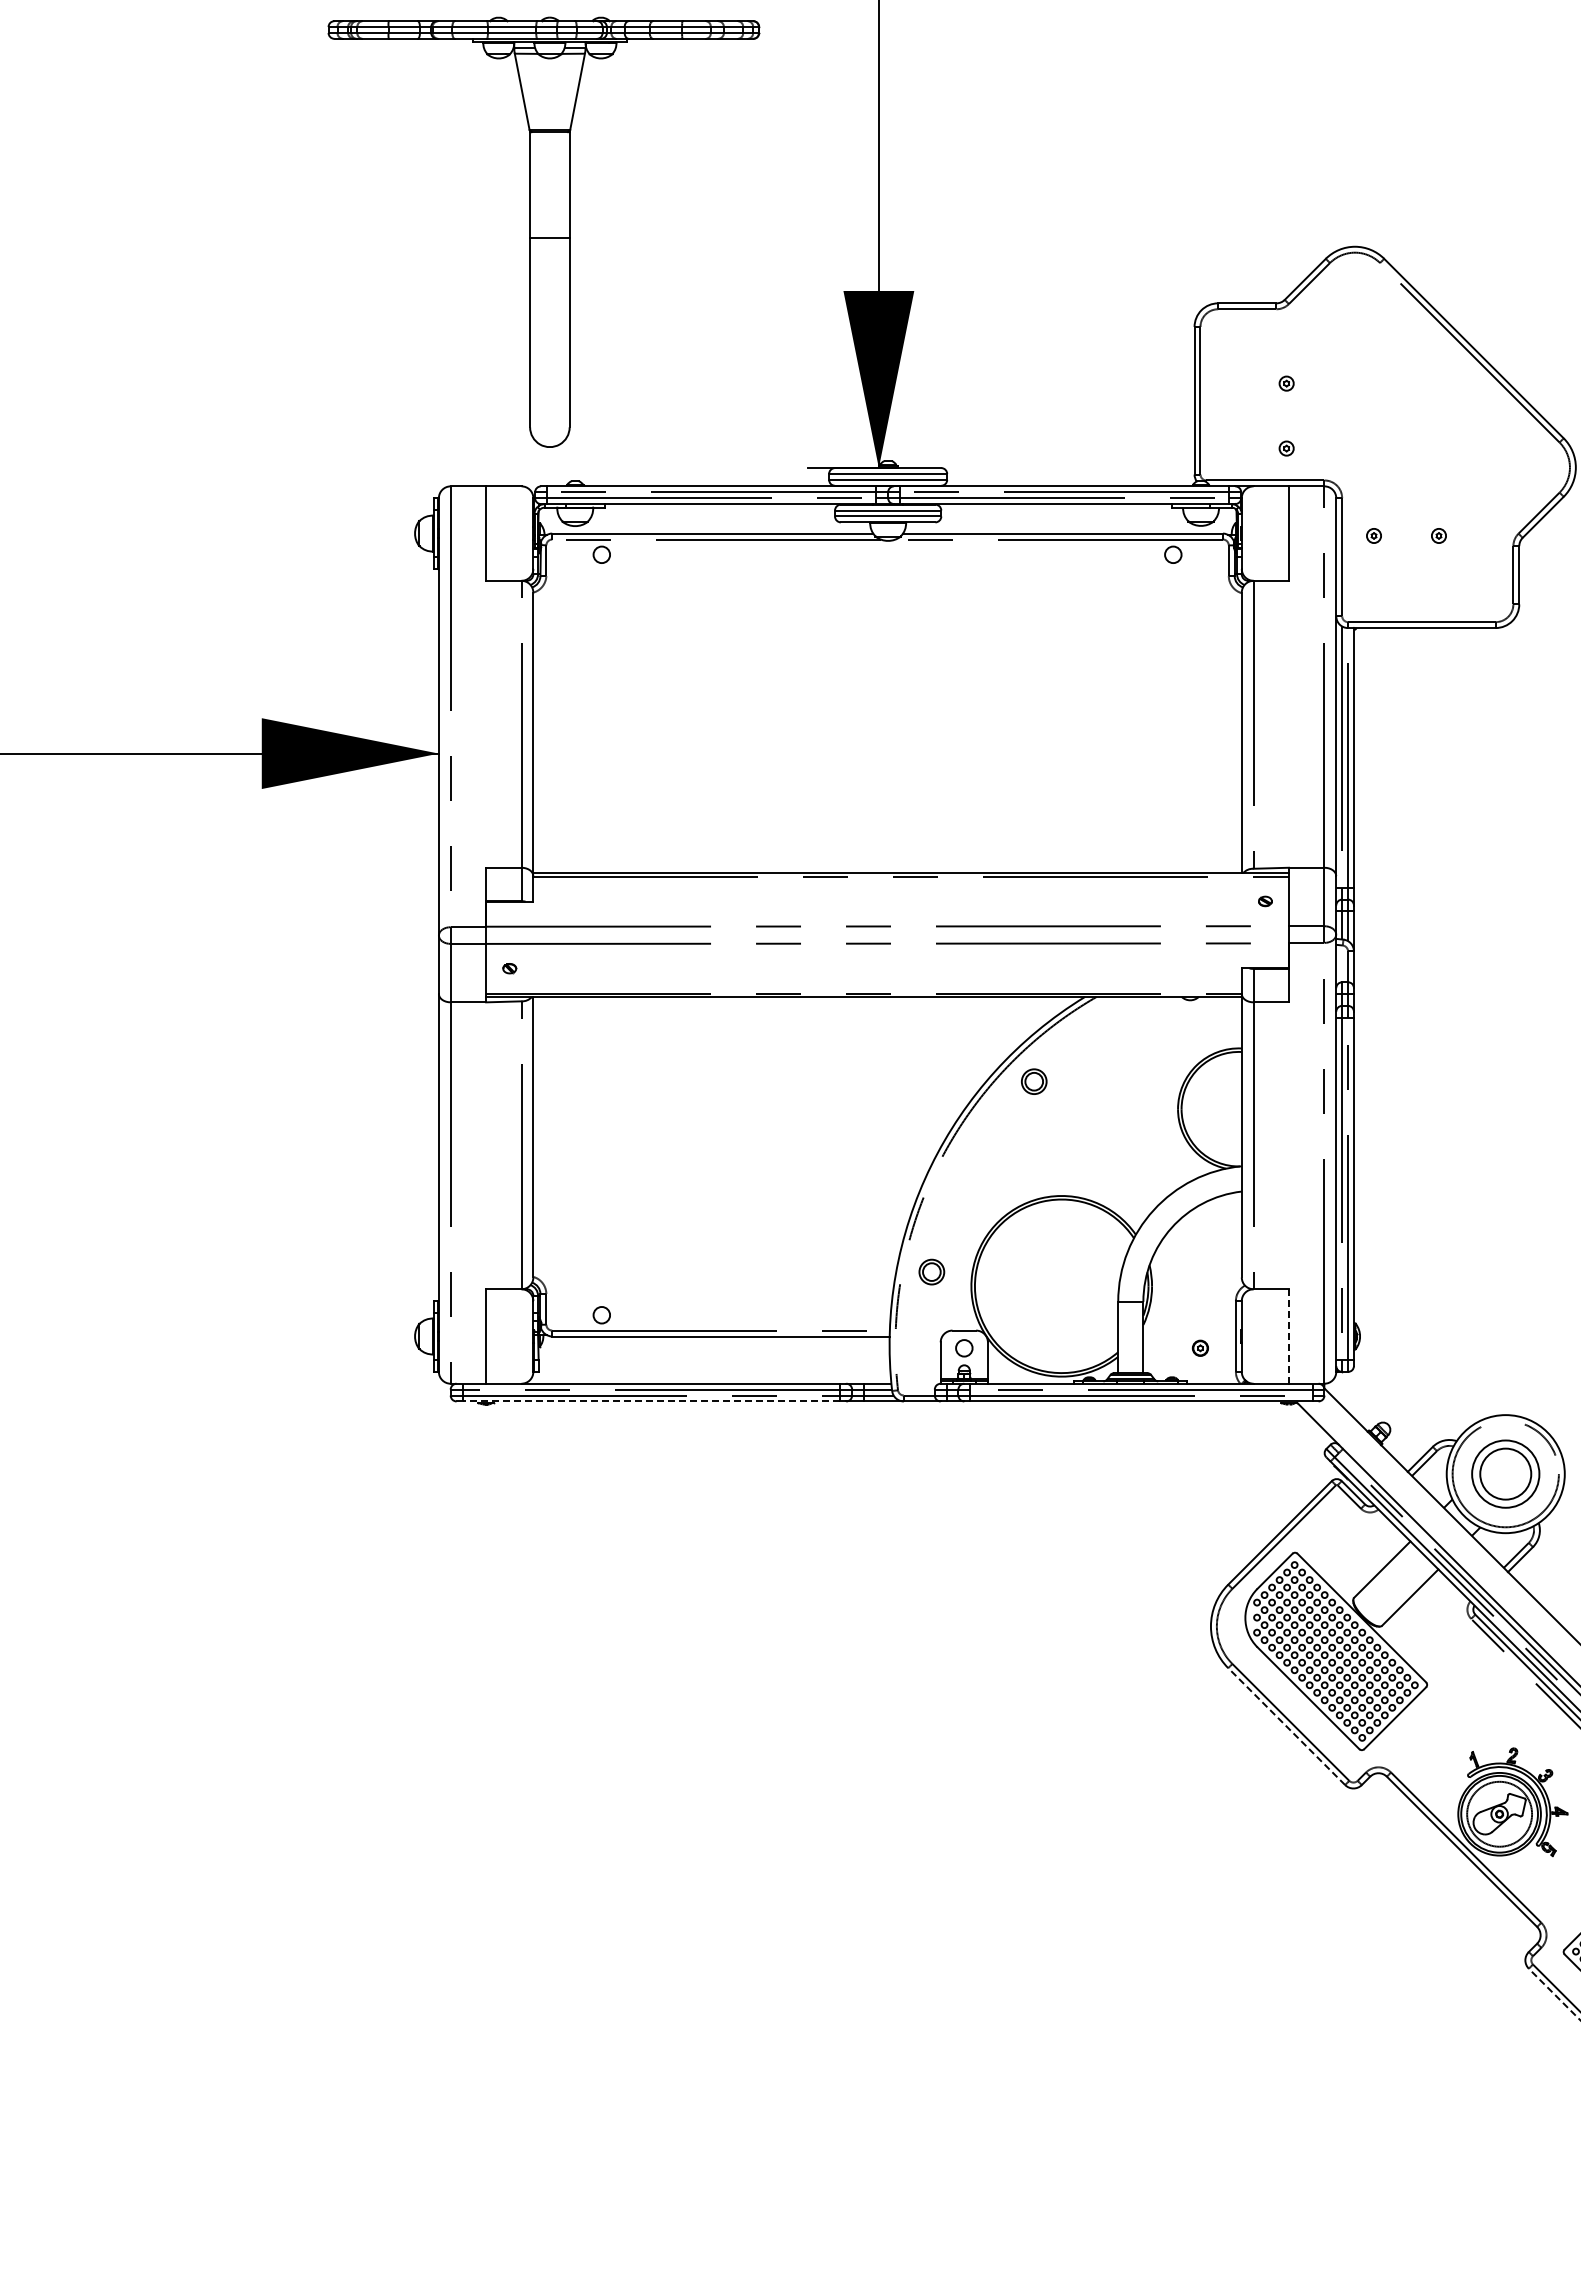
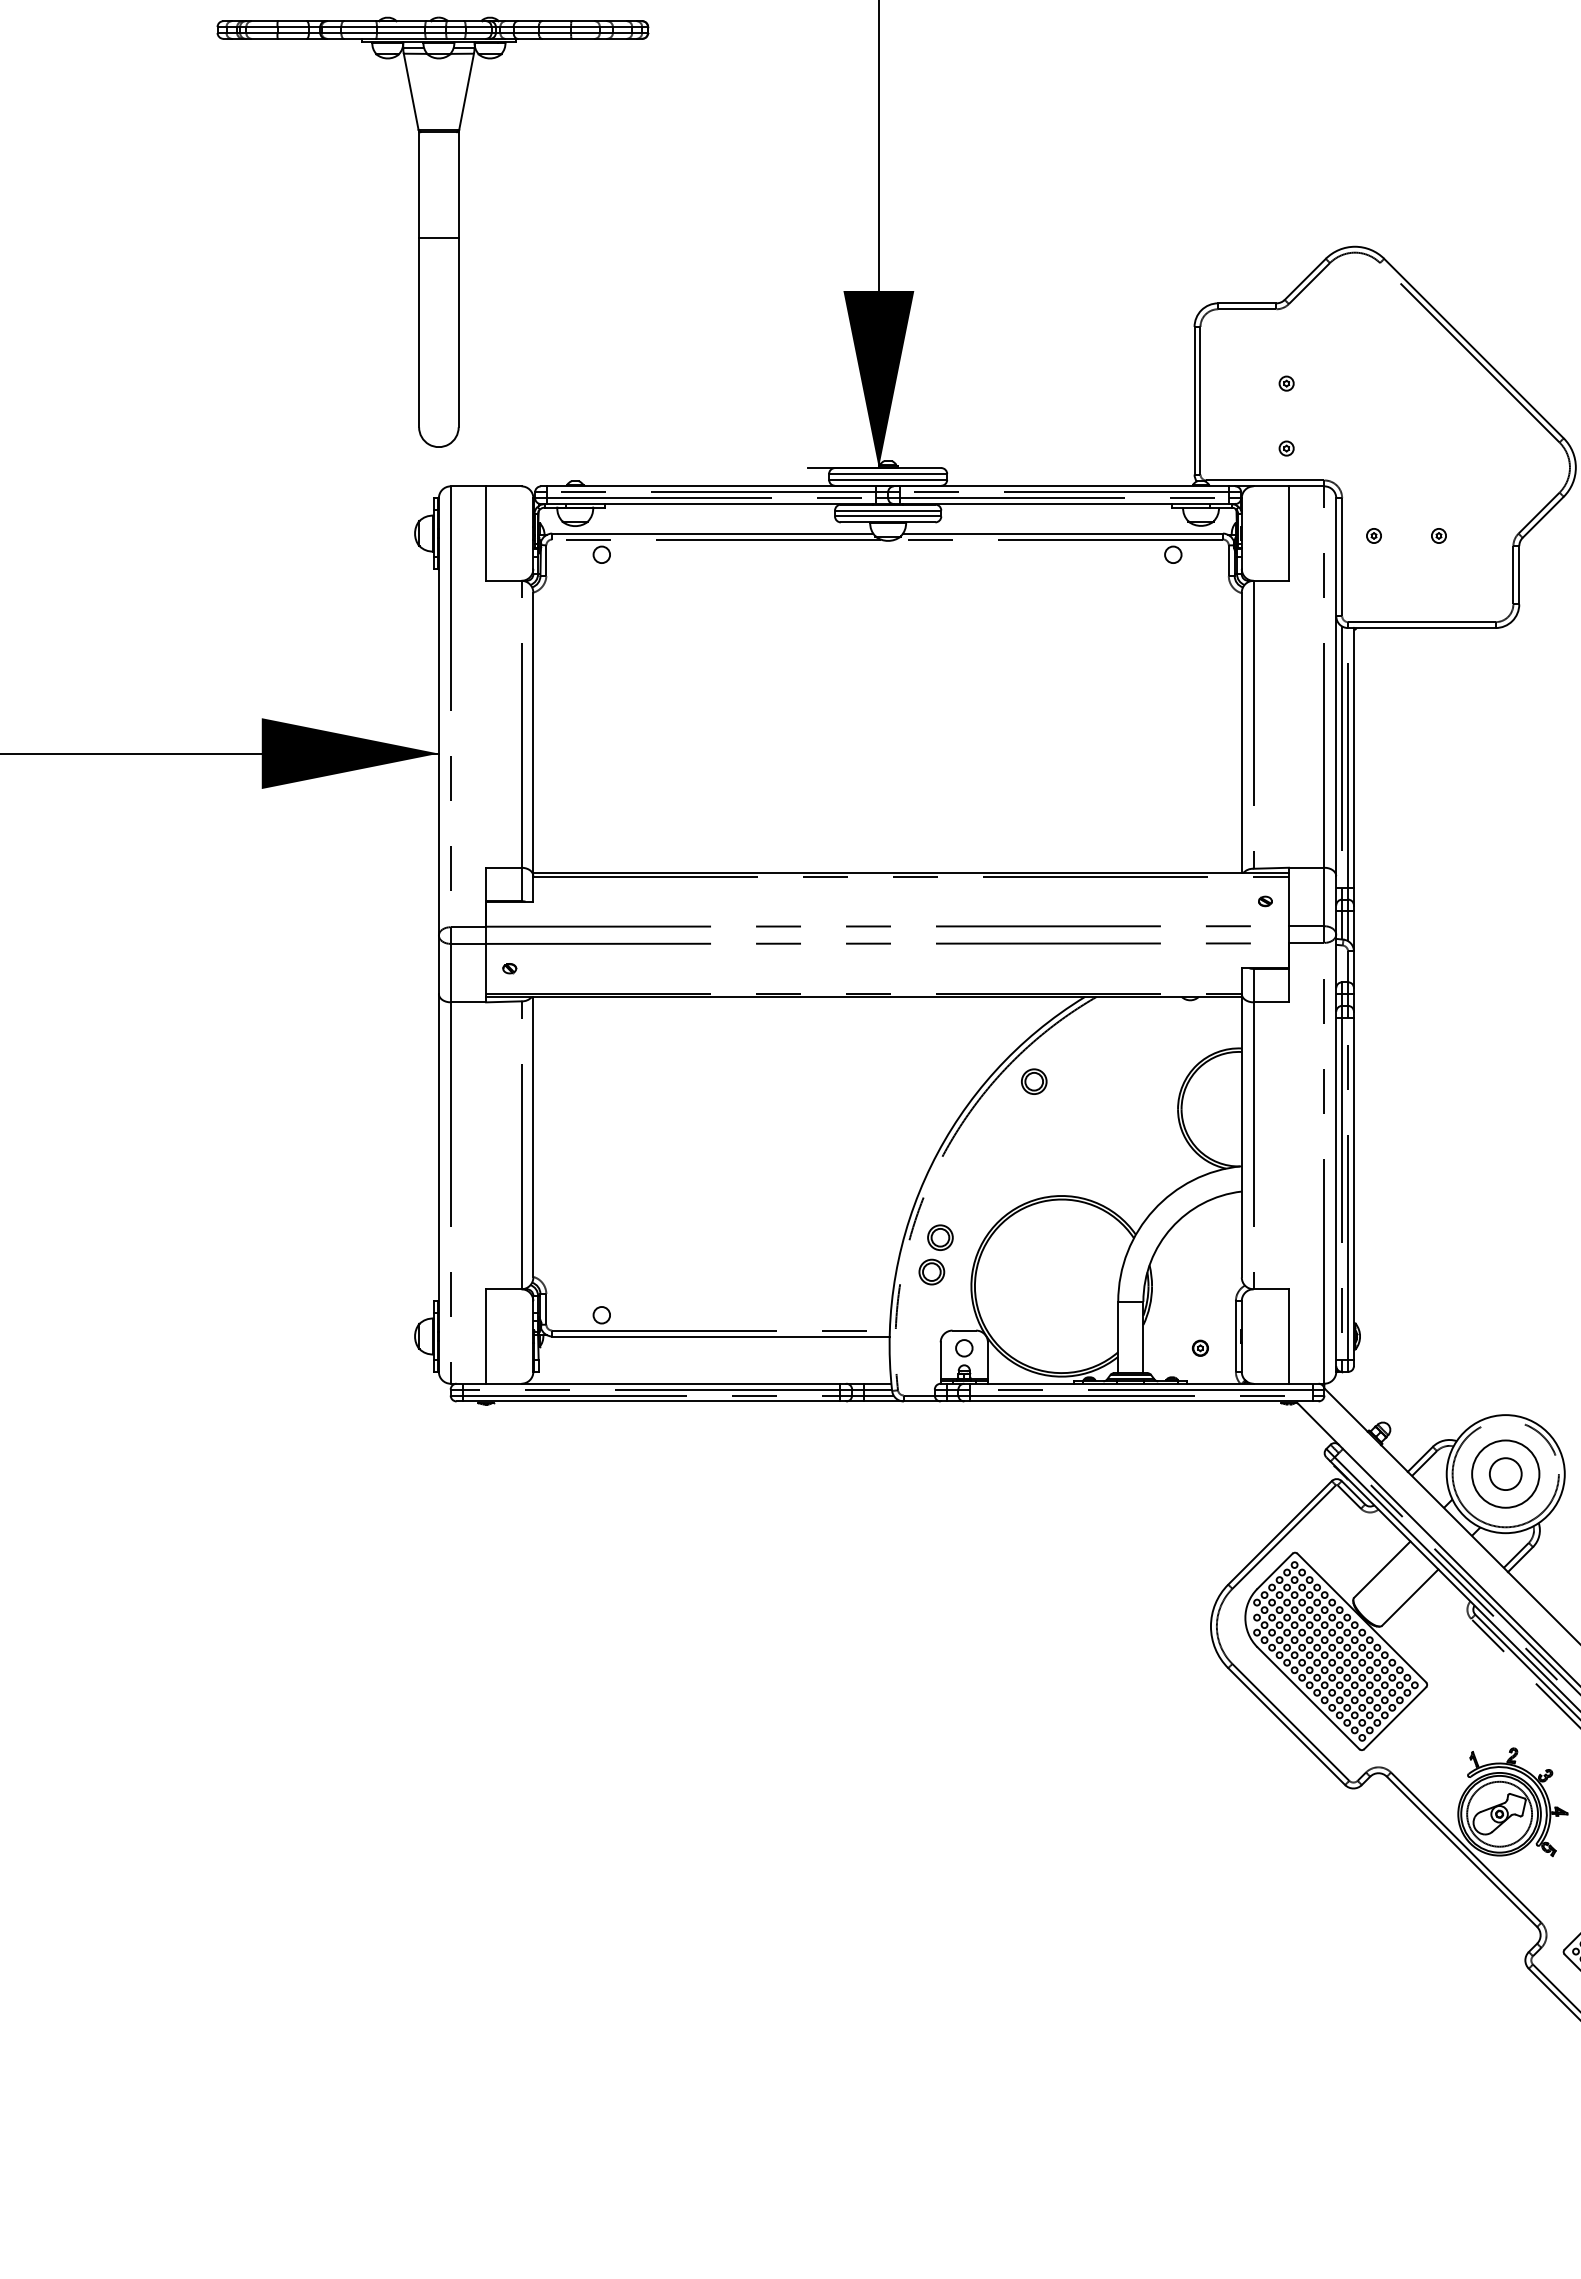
part at (543, 231) position: (543, 231) -> (432, 231)
part at (940, 1237): none -> present
line at (1289, 1336): dashed -> solid
line at (651, 1401): dashed -> solid
circle at (1505, 1473) diameter: 51 px -> 32 px
line at (1286, 1726): dashed -> solid
line at (1554, 1994): dashed -> solid
